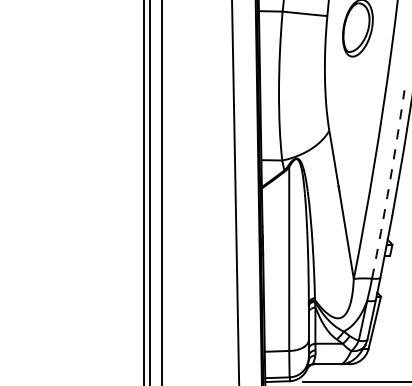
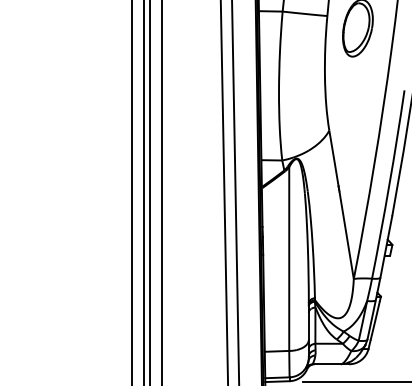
arc at (389, 184): dashed -> solid
line at (131, 192): none -> present
line at (224, 192): none -> present
